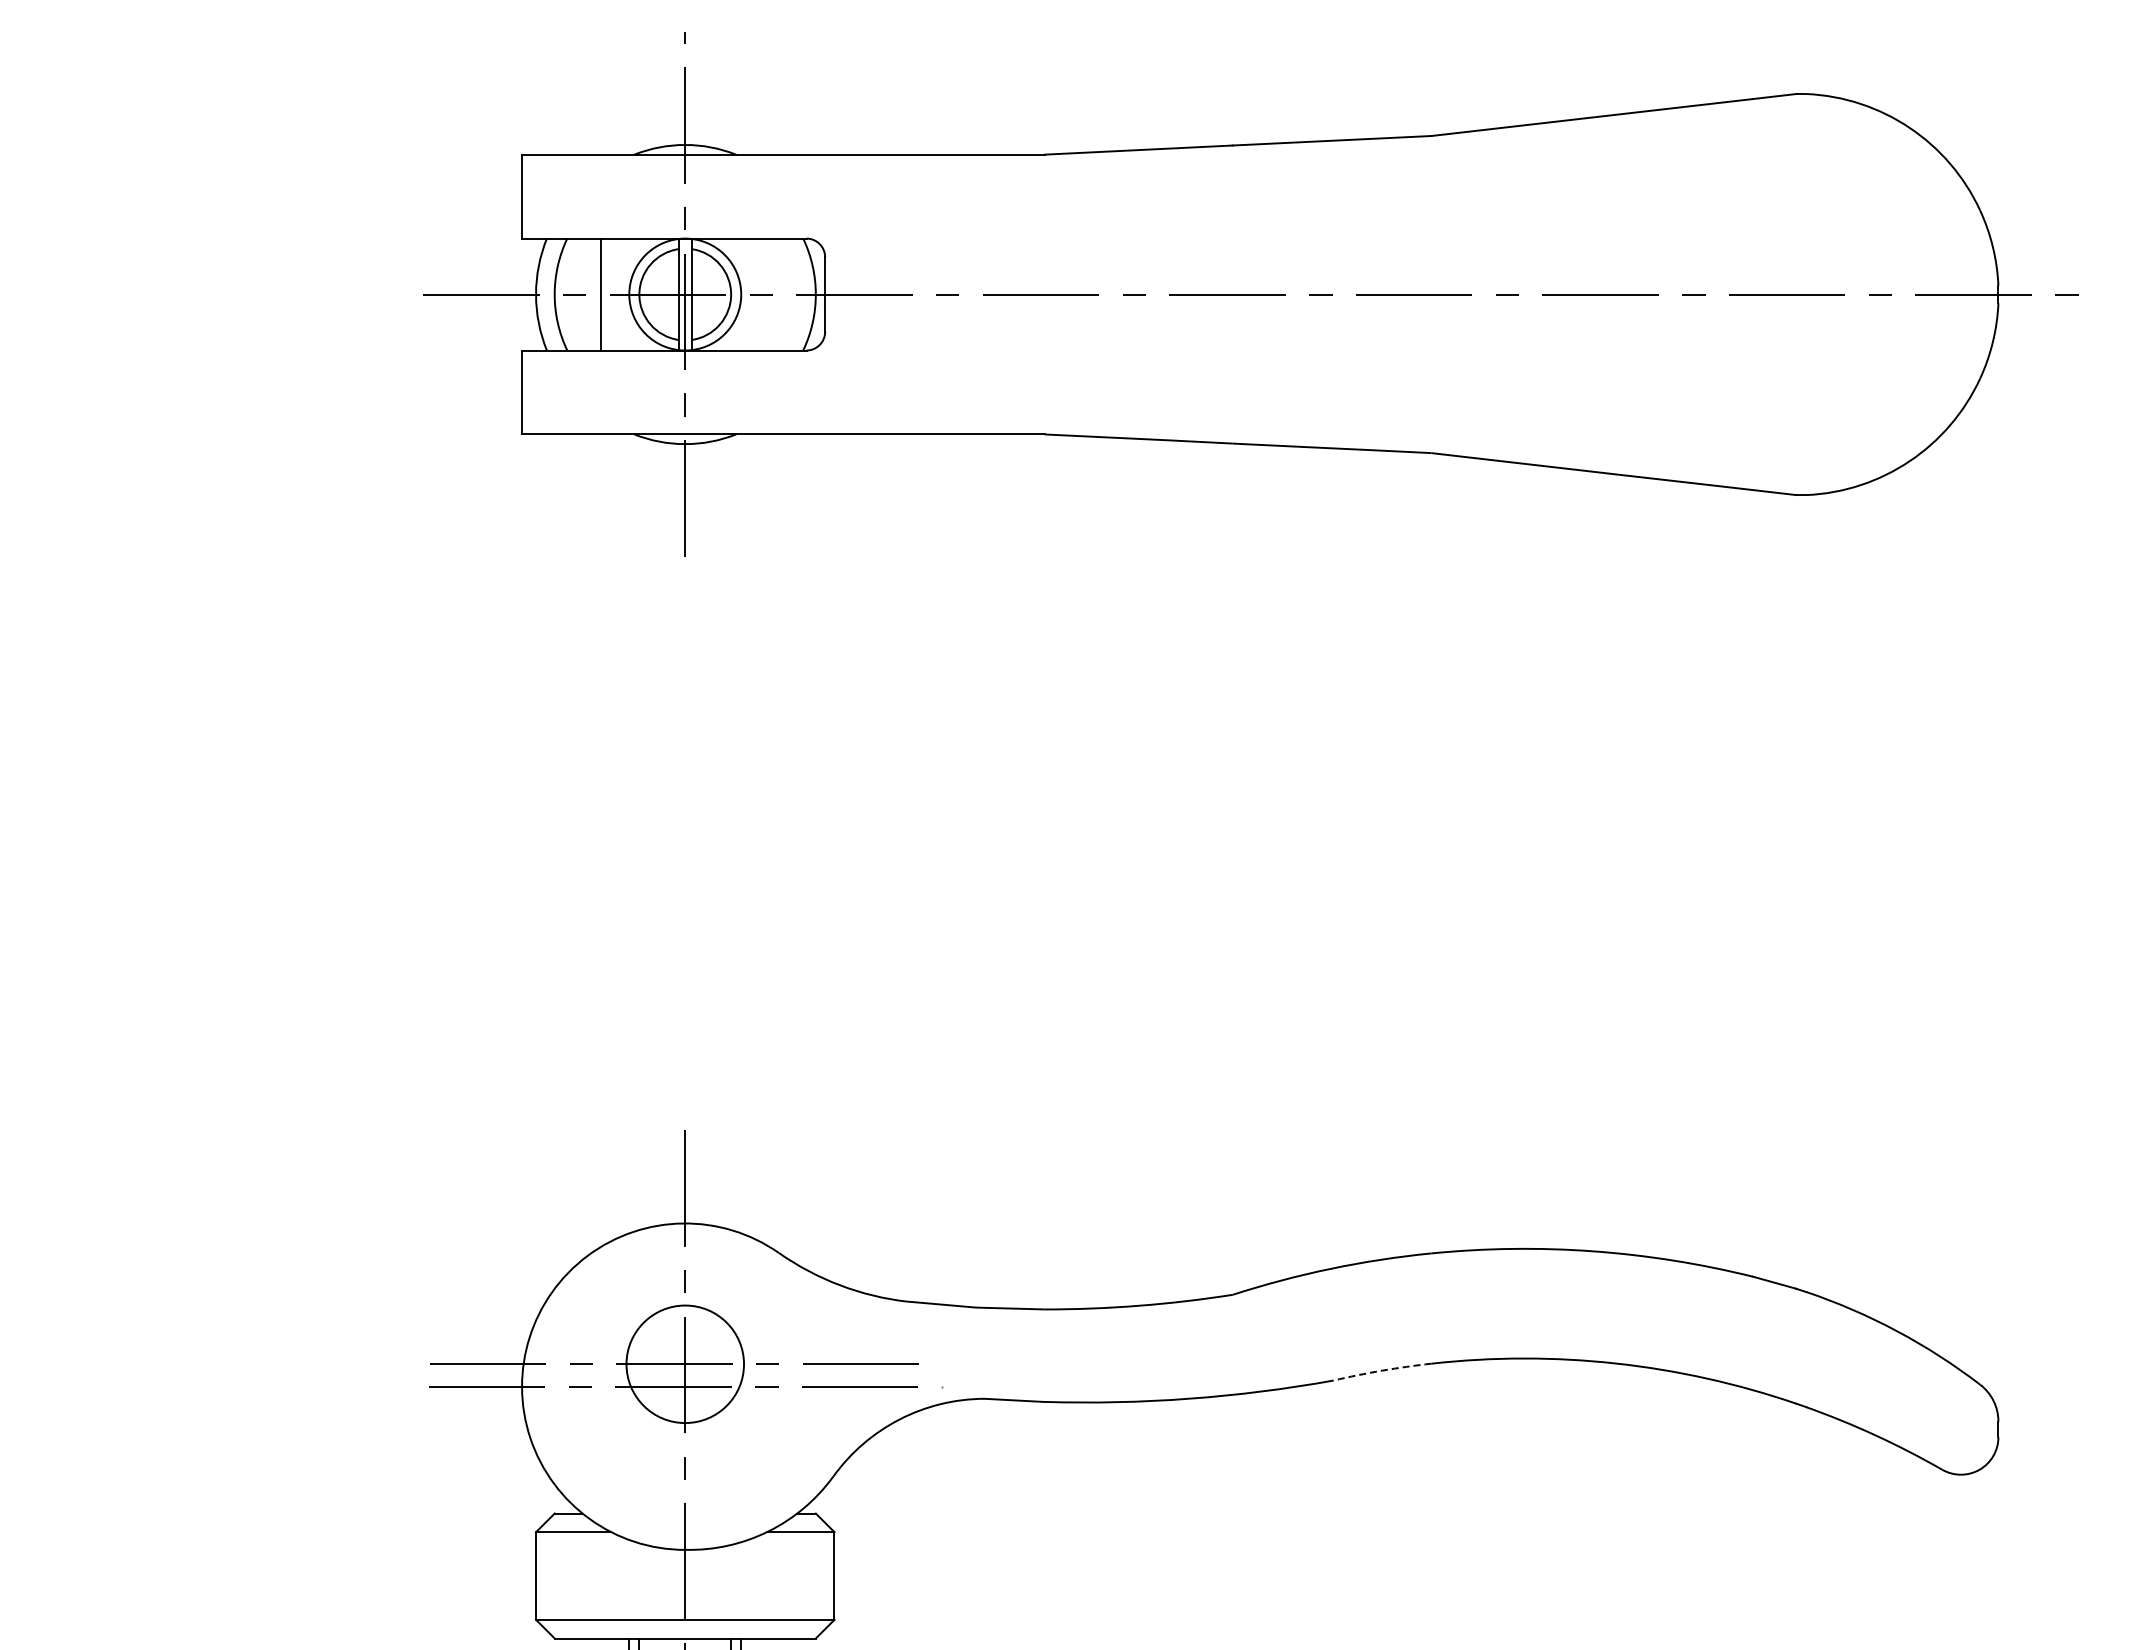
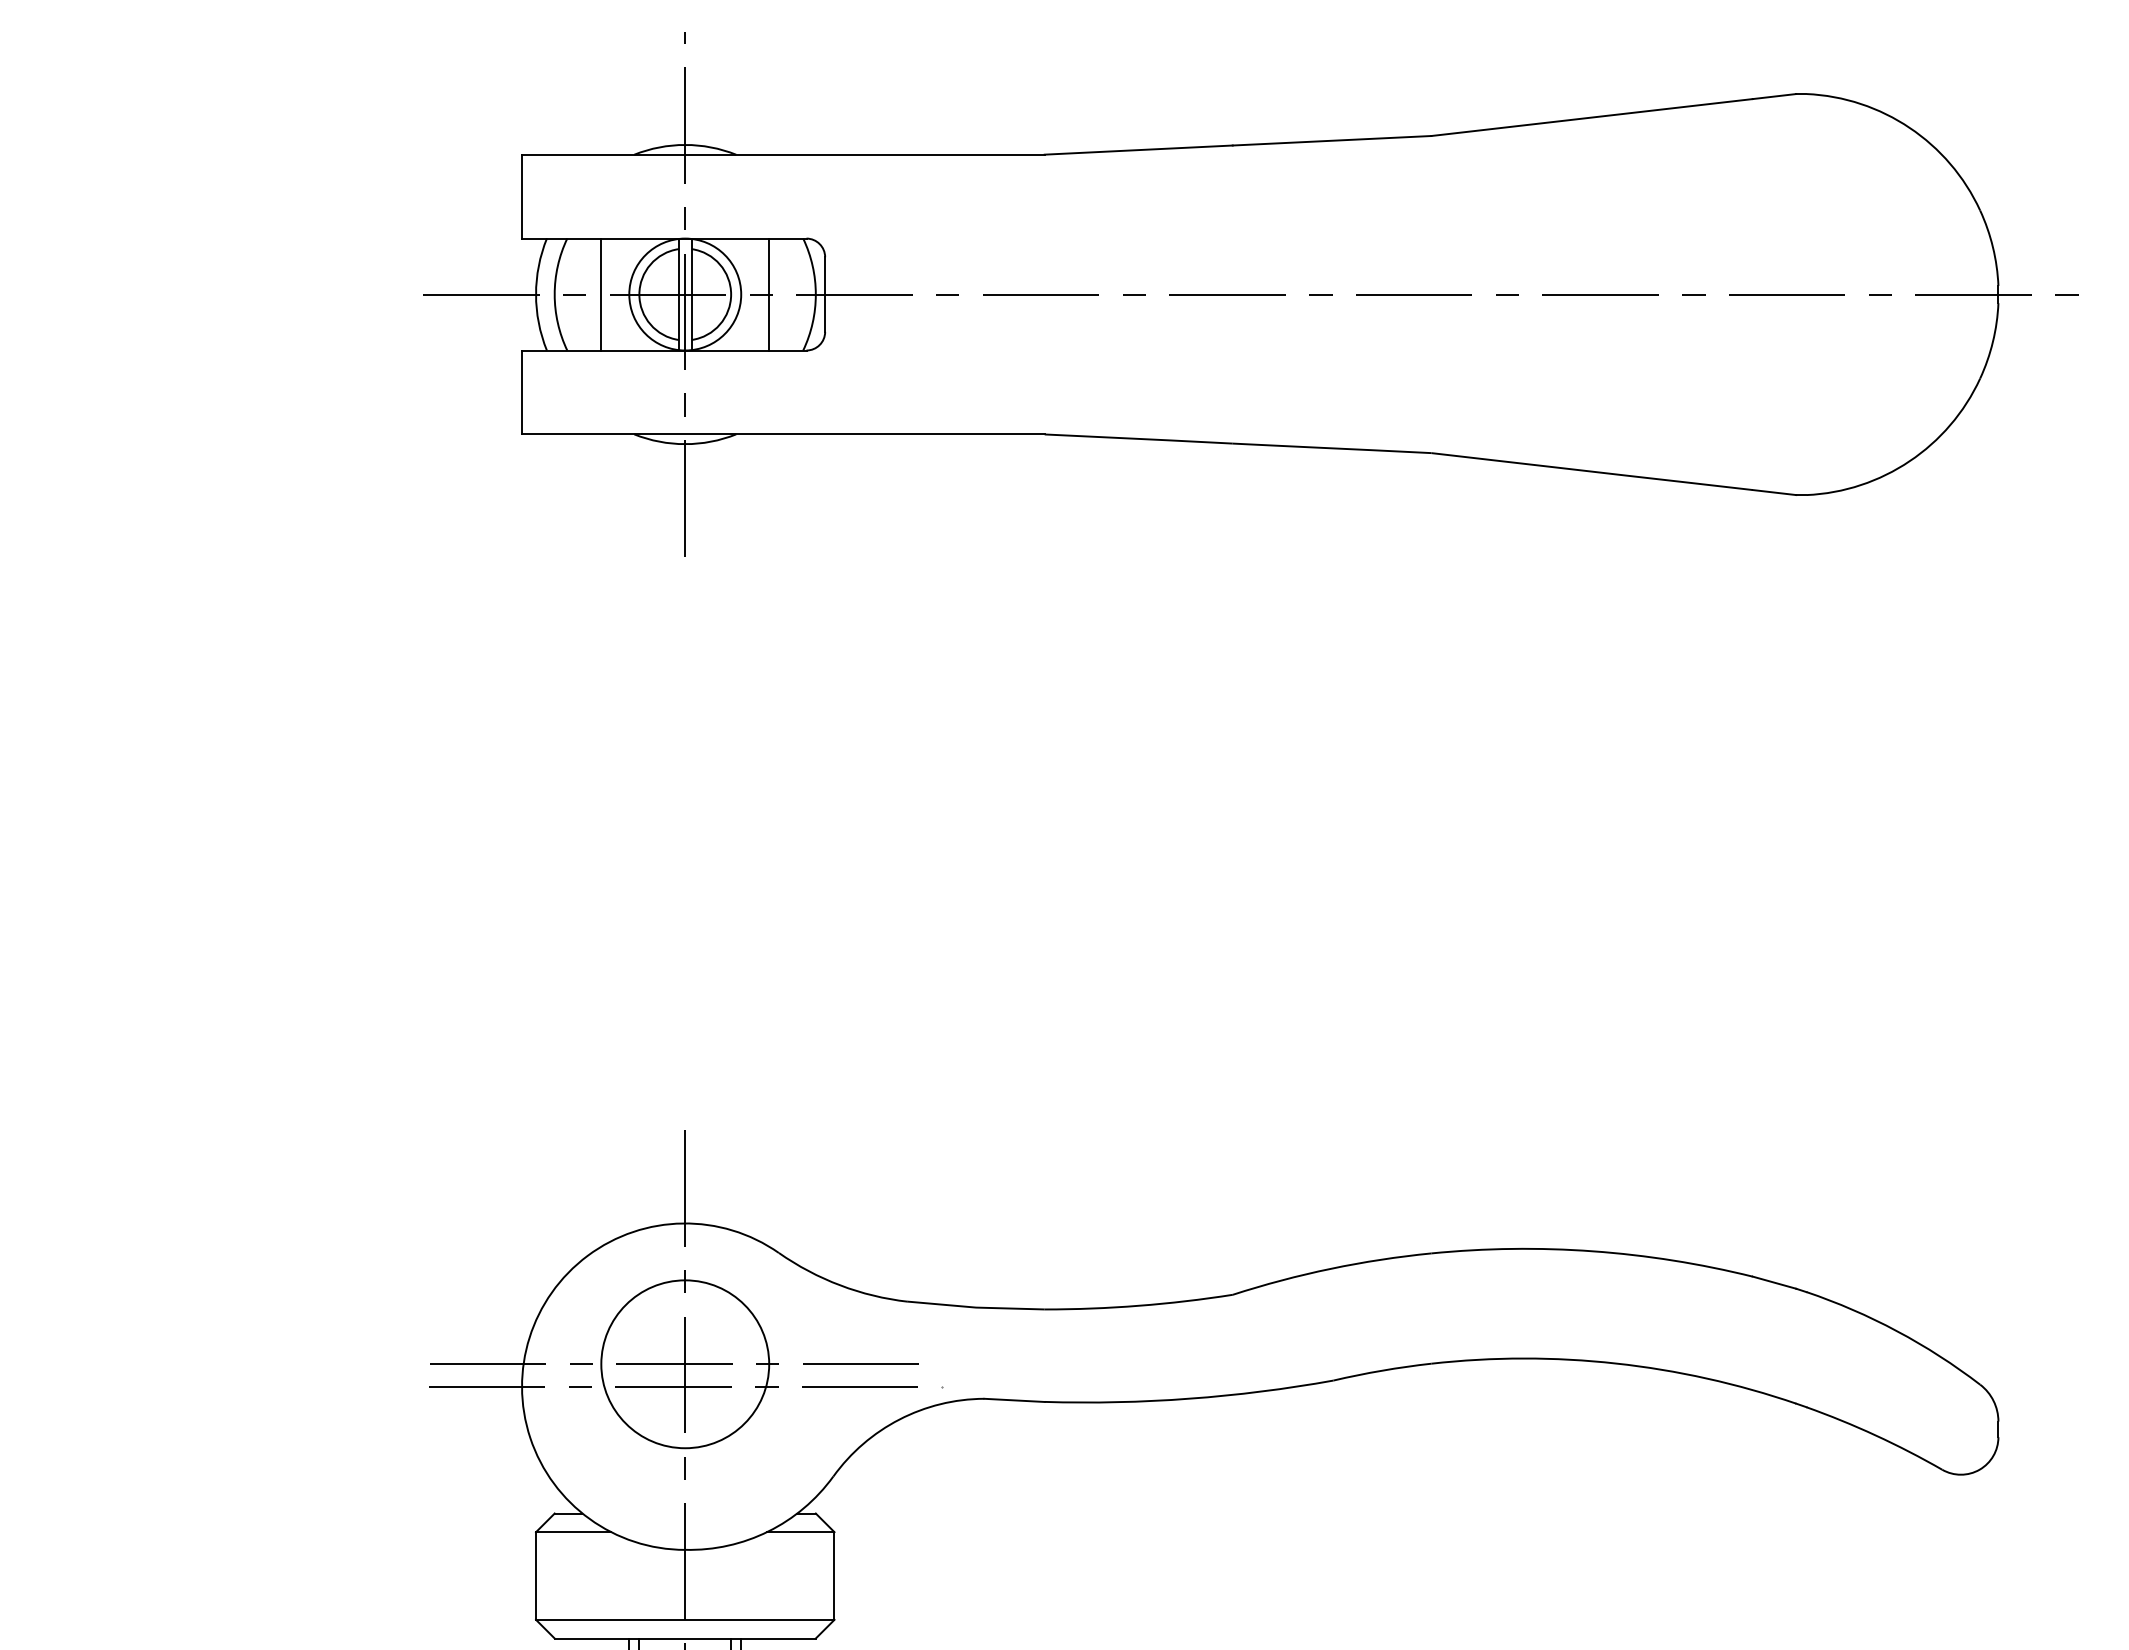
line at (769, 294): none -> present
circle at (685, 1364) diameter: 118 px -> 168 px
arc at (1382, 1370): dashed -> solid
